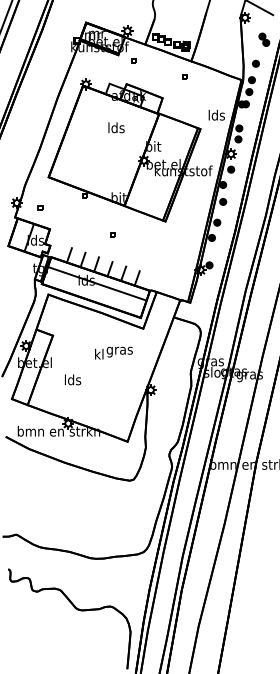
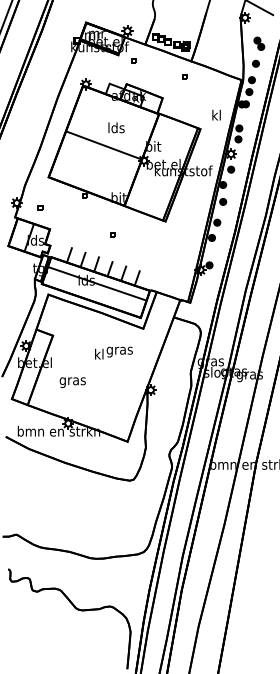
part at (264, 39) position: (264, 39) -> (259, 43)
text at (216, 114): lds -> kl
line at (103, 145): none -> present
text at (72, 380): lds -> gras
